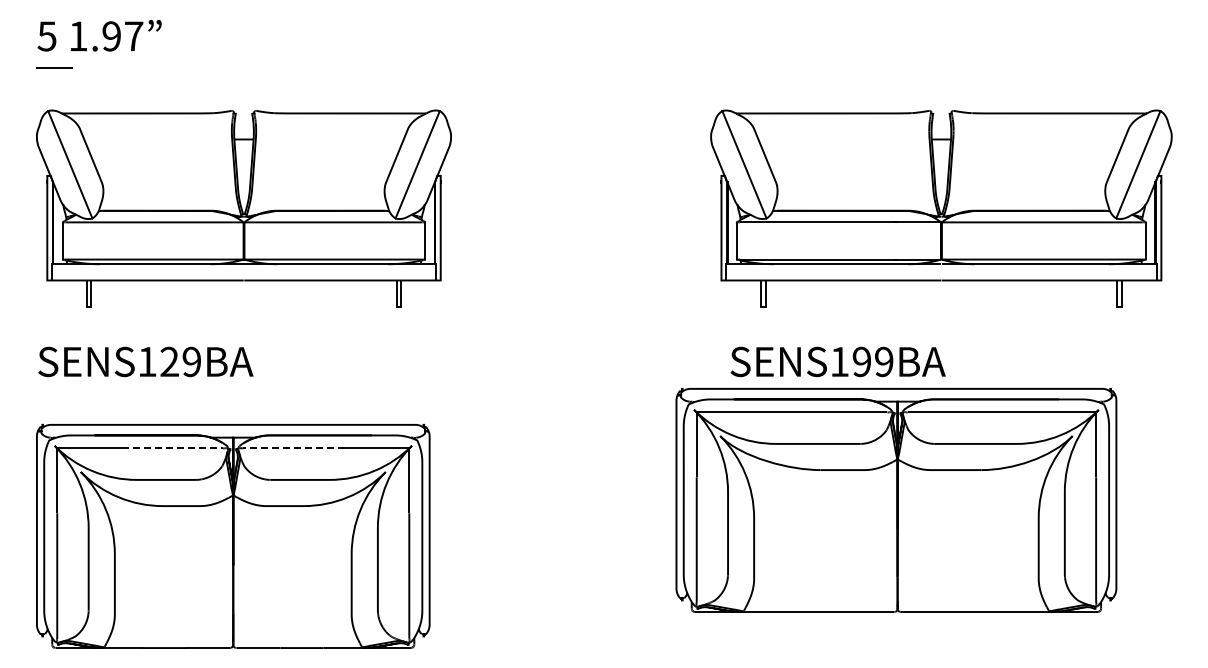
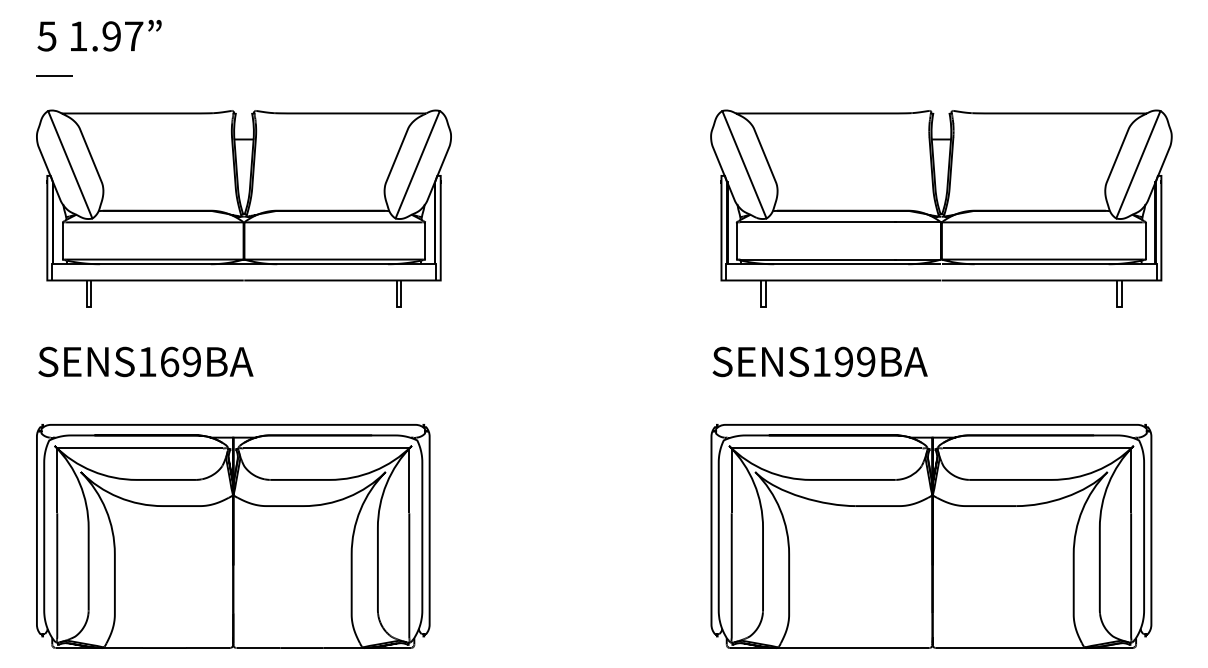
line at (54, 67) position: (54, 67) -> (54, 75)
text at (169, 361): SENS129BA -> SENS169BA
text at (837, 361) position: (837, 361) -> (819, 361)
line at (172, 448): dashed -> solid
line at (293, 448): dashed -> solid
part at (896, 500) position: (896, 500) -> (931, 536)
